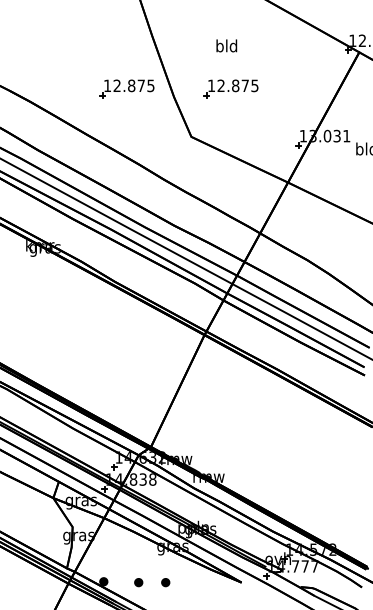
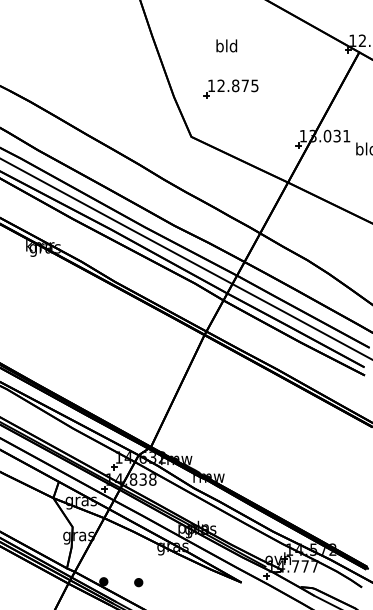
part at (126, 88): present -> none
part at (165, 582): present -> none
